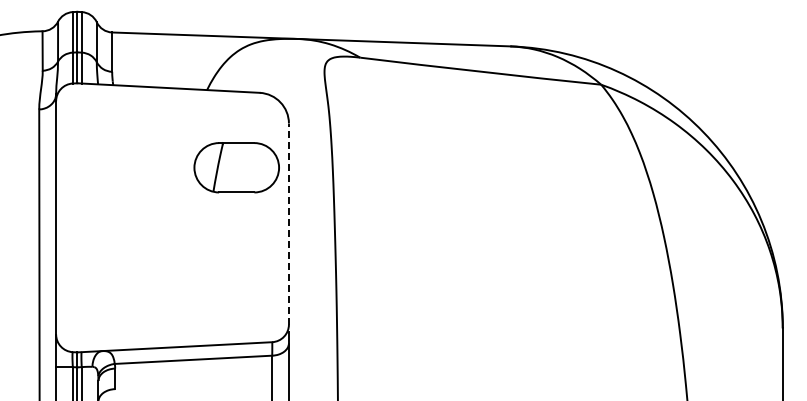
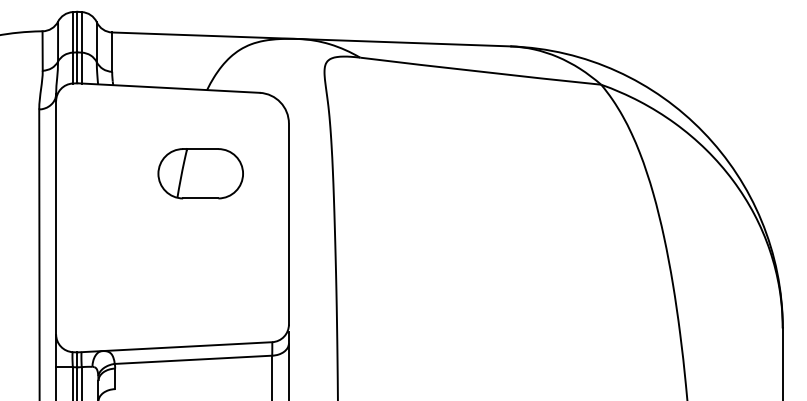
part at (236, 167) position: (236, 167) -> (200, 173)
line at (288, 223): dashed -> solid
